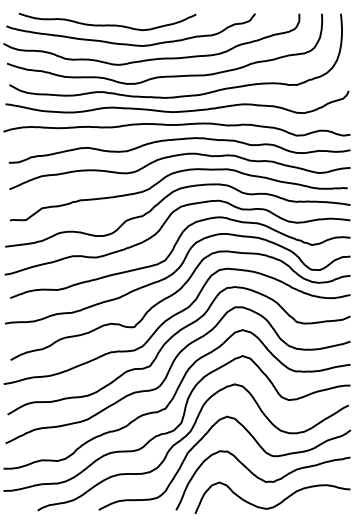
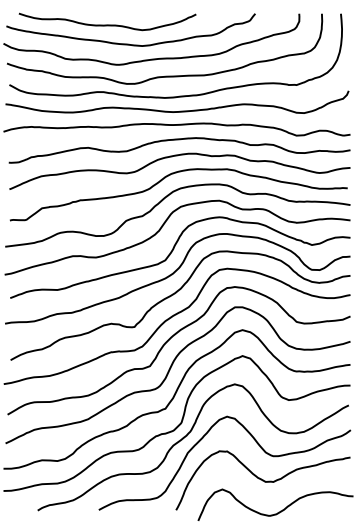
curve at (277, 503) position: (277, 503) -> (280, 510)
